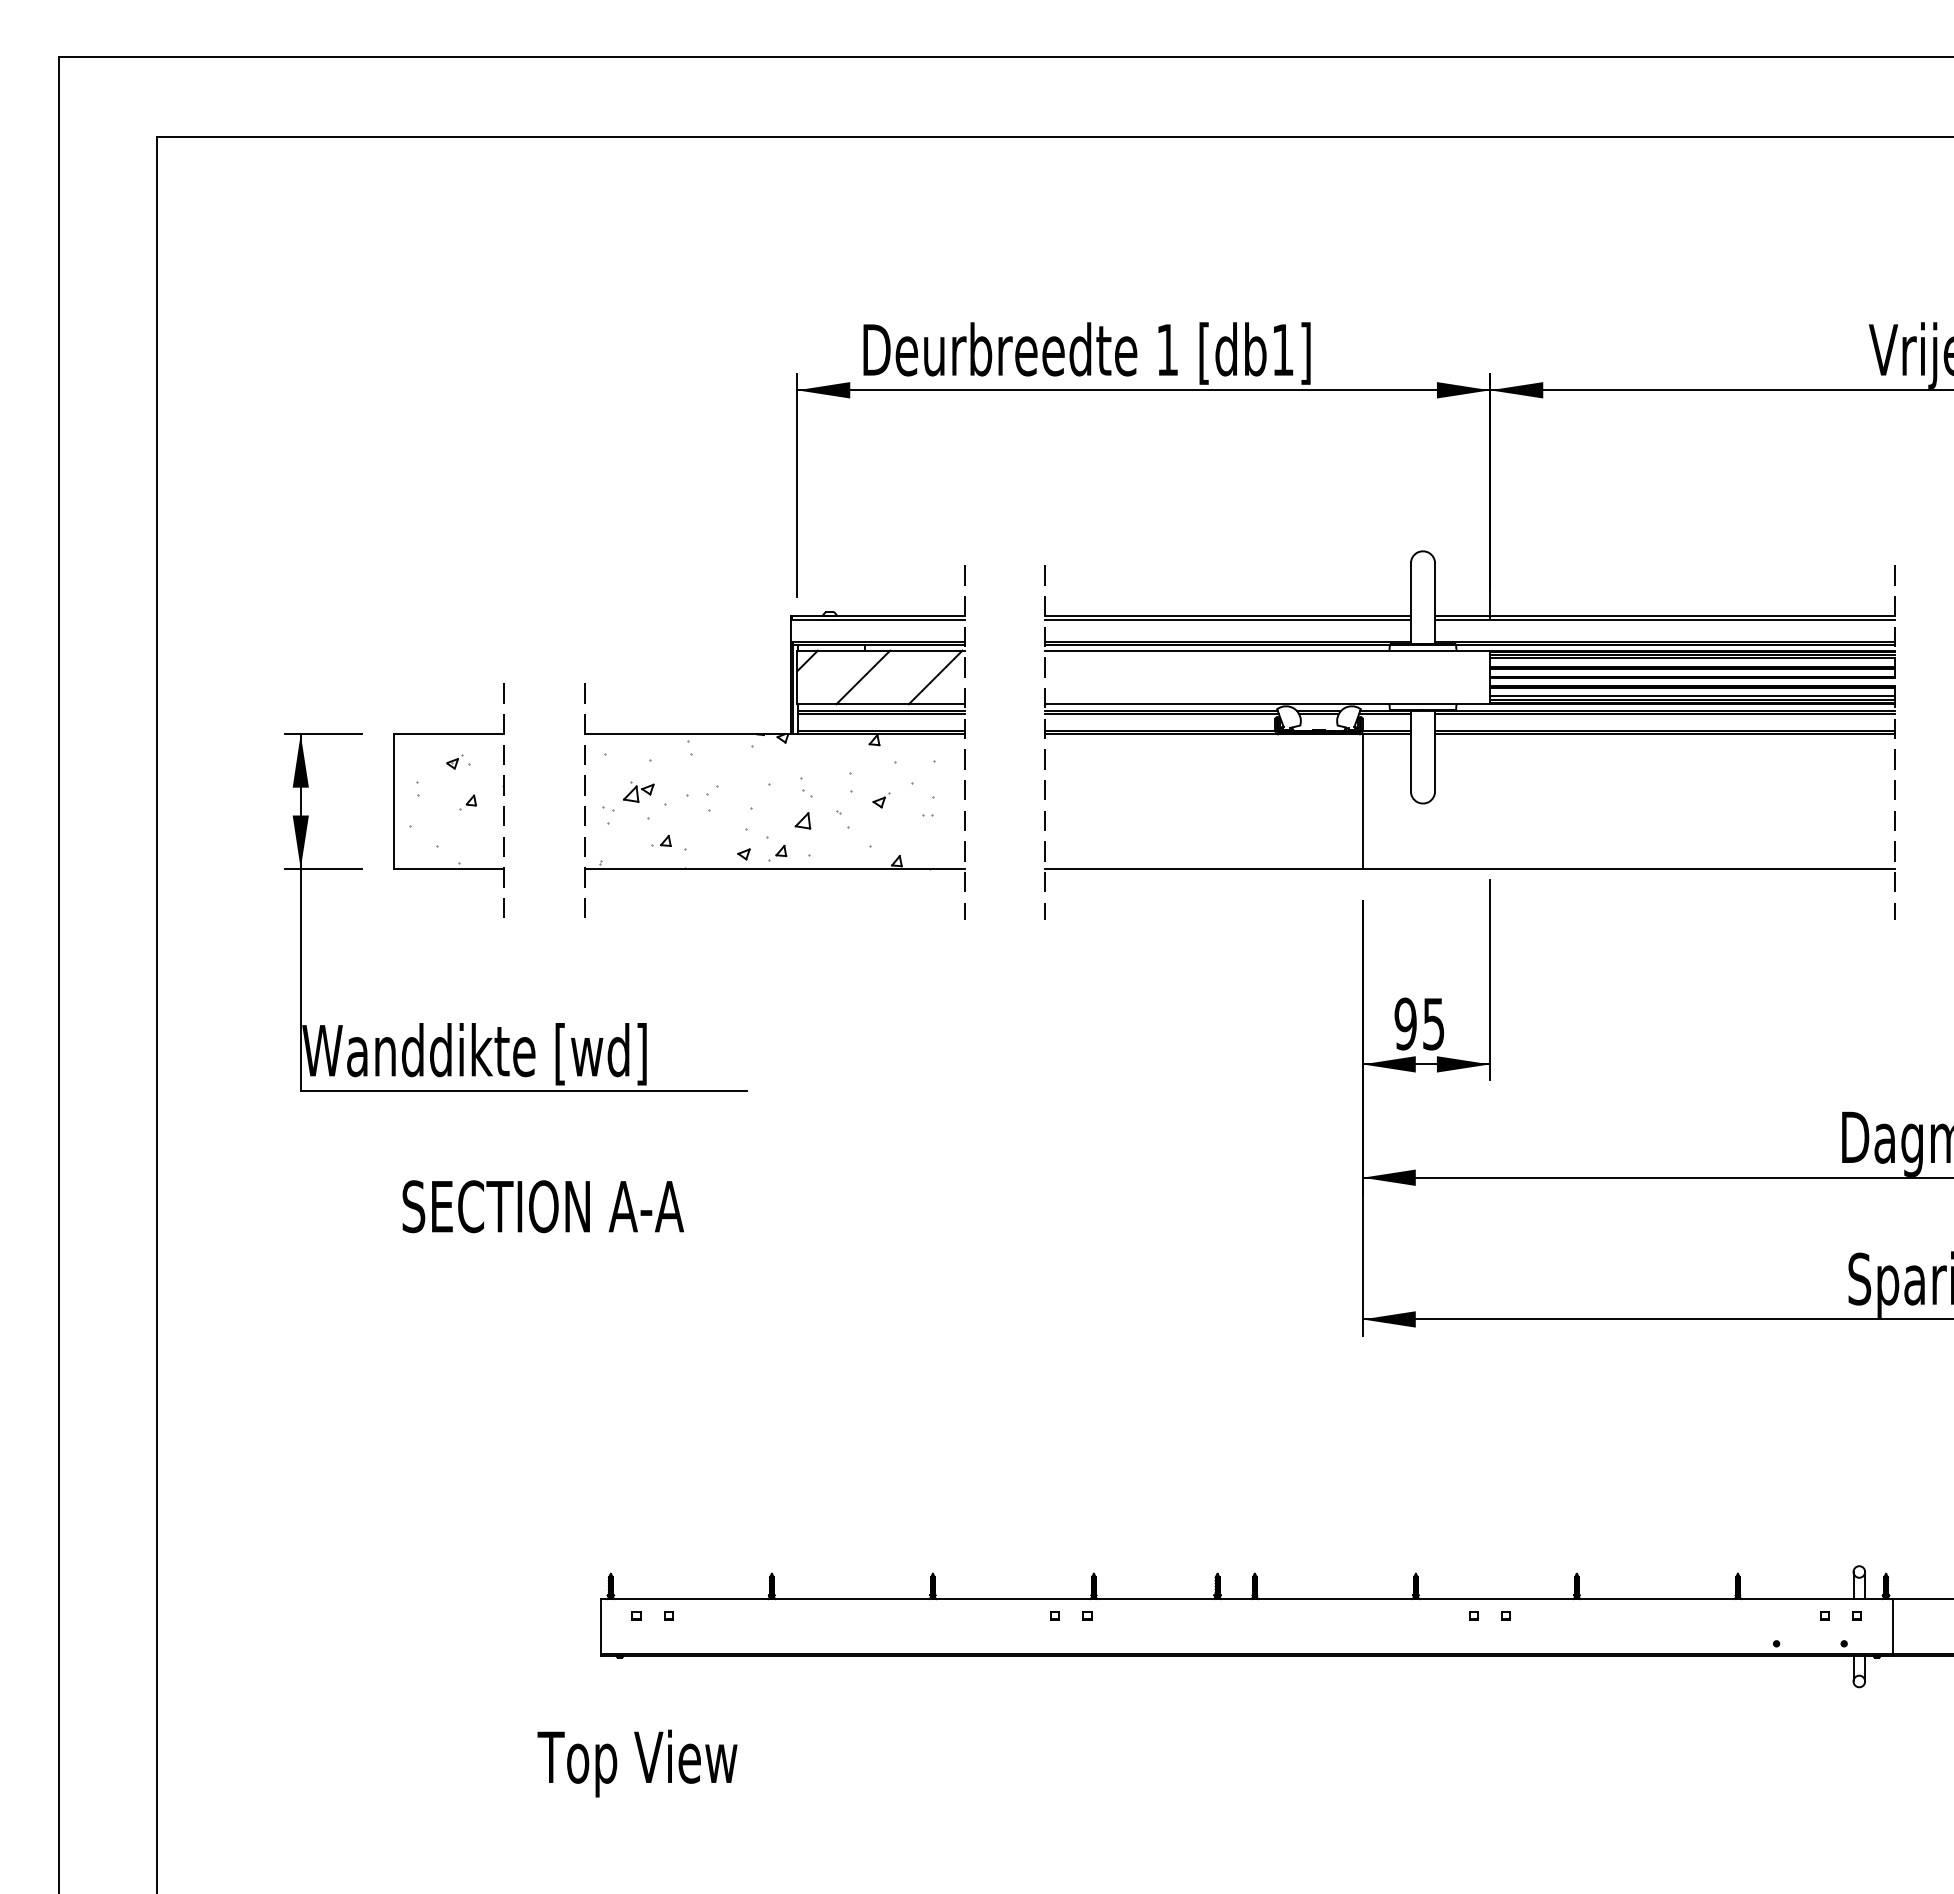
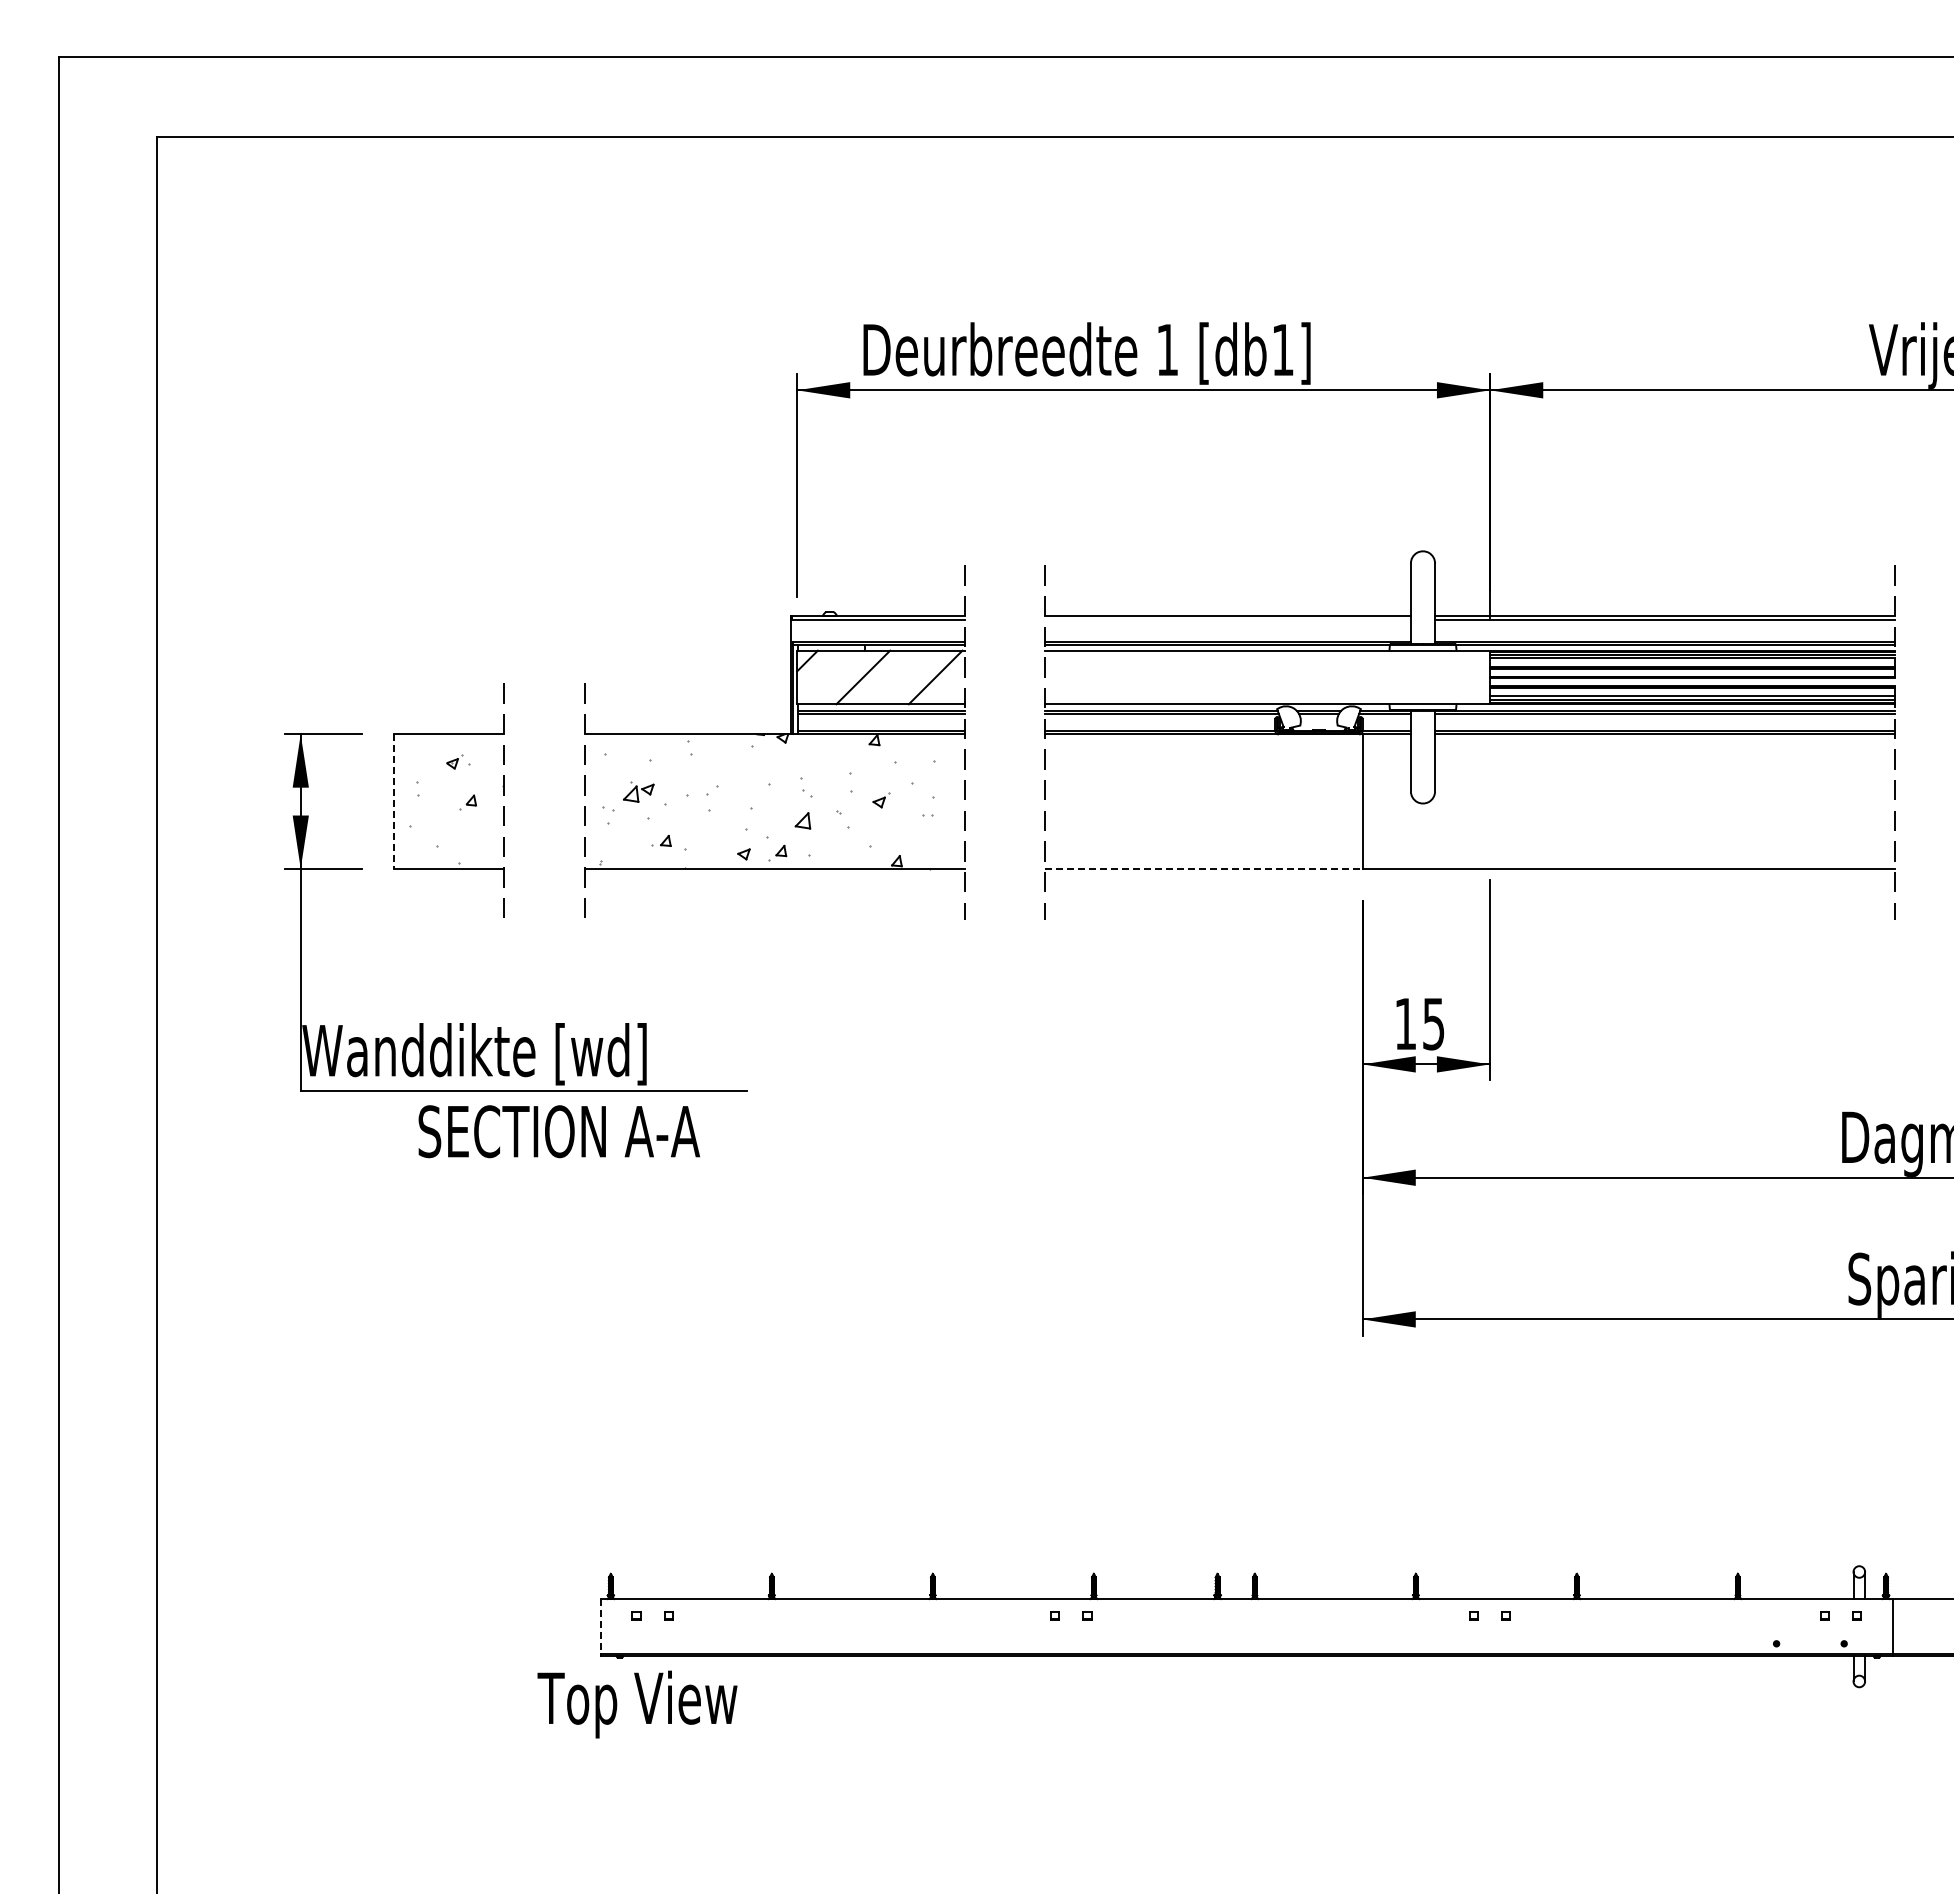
line at (1227, 619): present -> none
line at (394, 802): solid -> dashed
line at (1203, 868): solid -> dashed
text at (1405, 1023): 95 -> 15
text at (542, 1206) position: (542, 1206) -> (558, 1131)
line at (601, 1626): solid -> dashed
text at (637, 1763) position: (637, 1763) -> (637, 1704)
